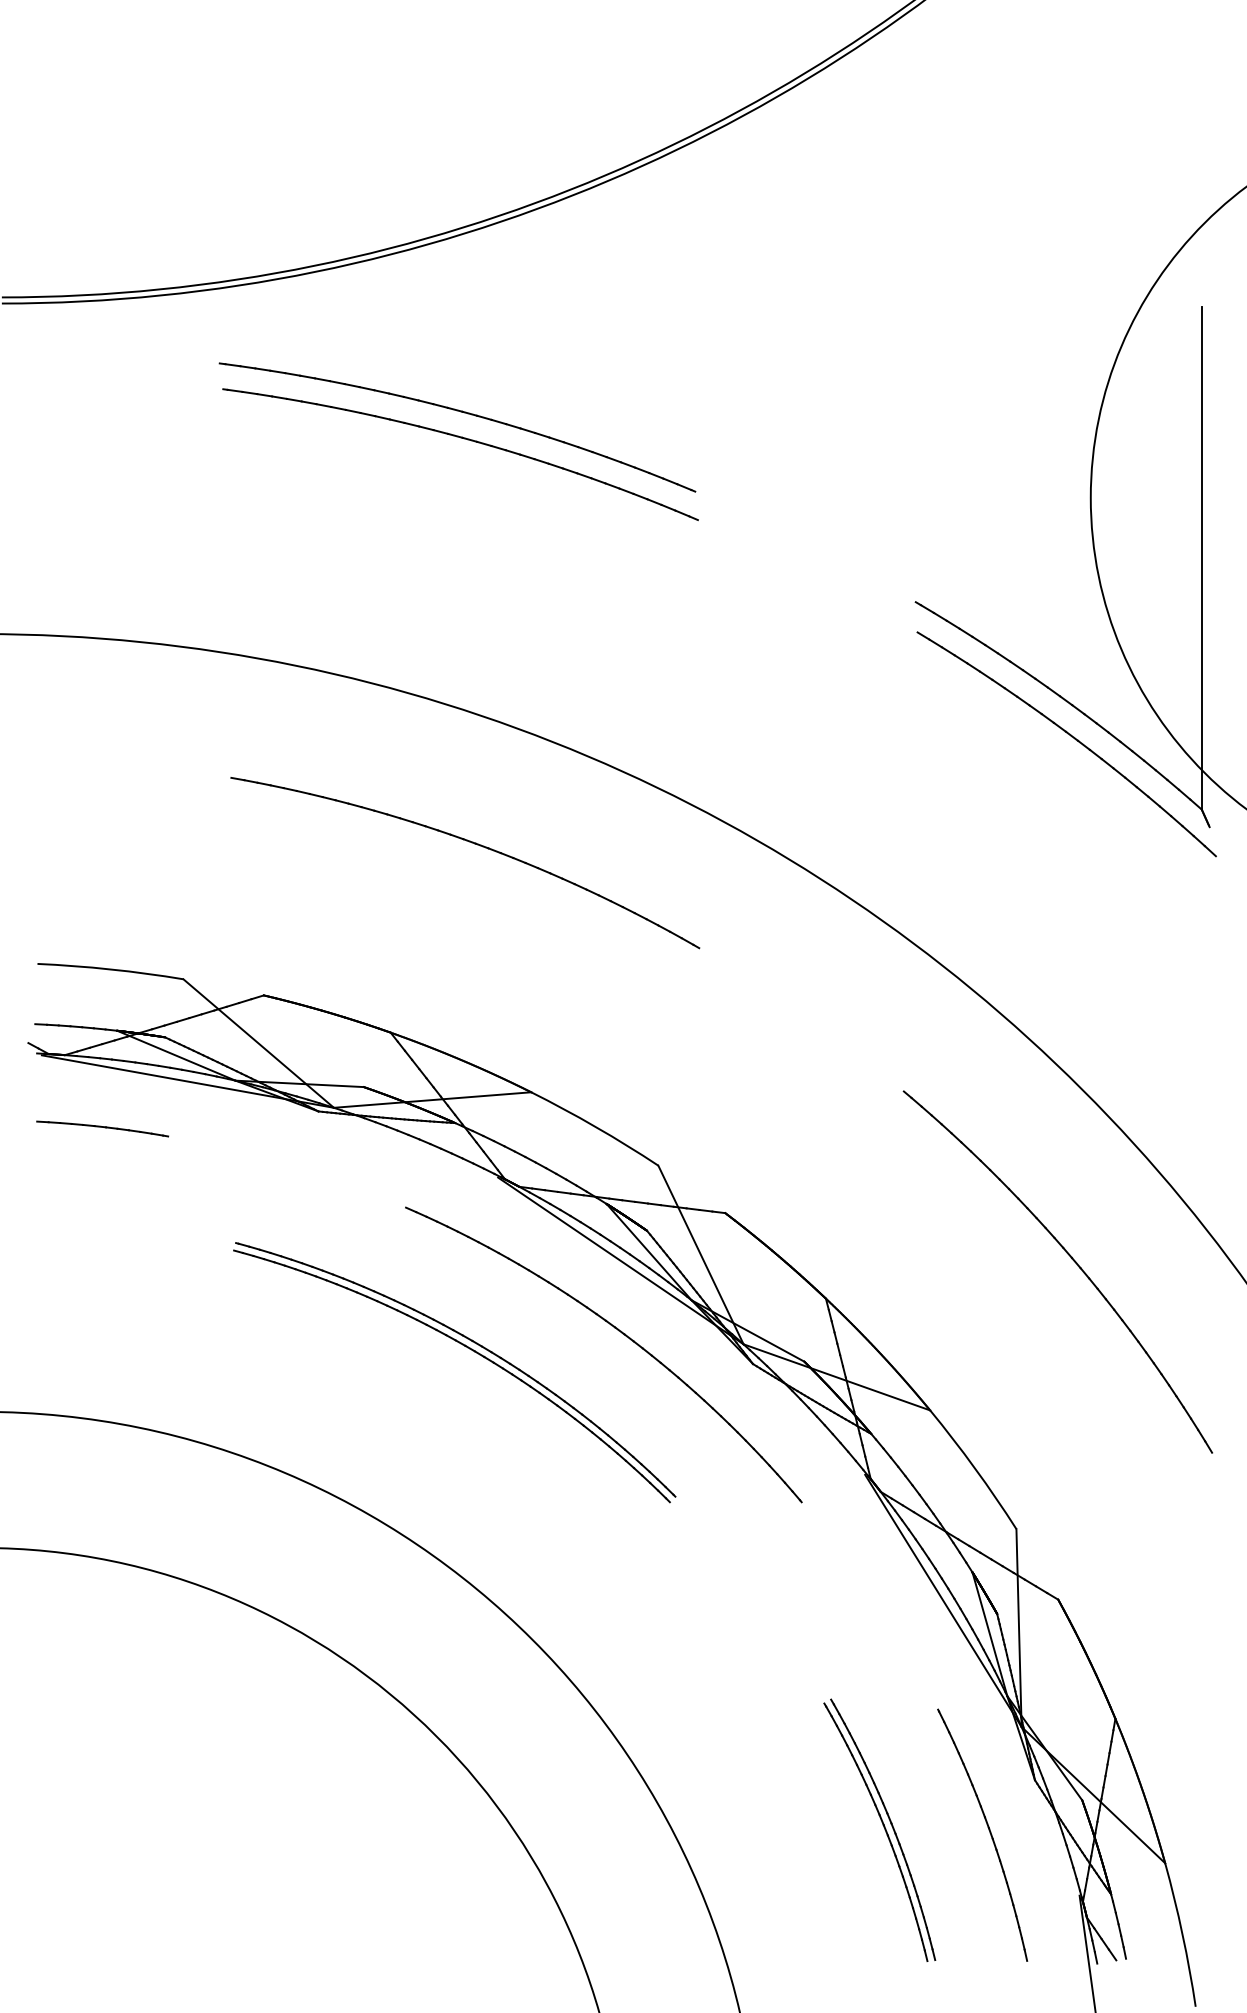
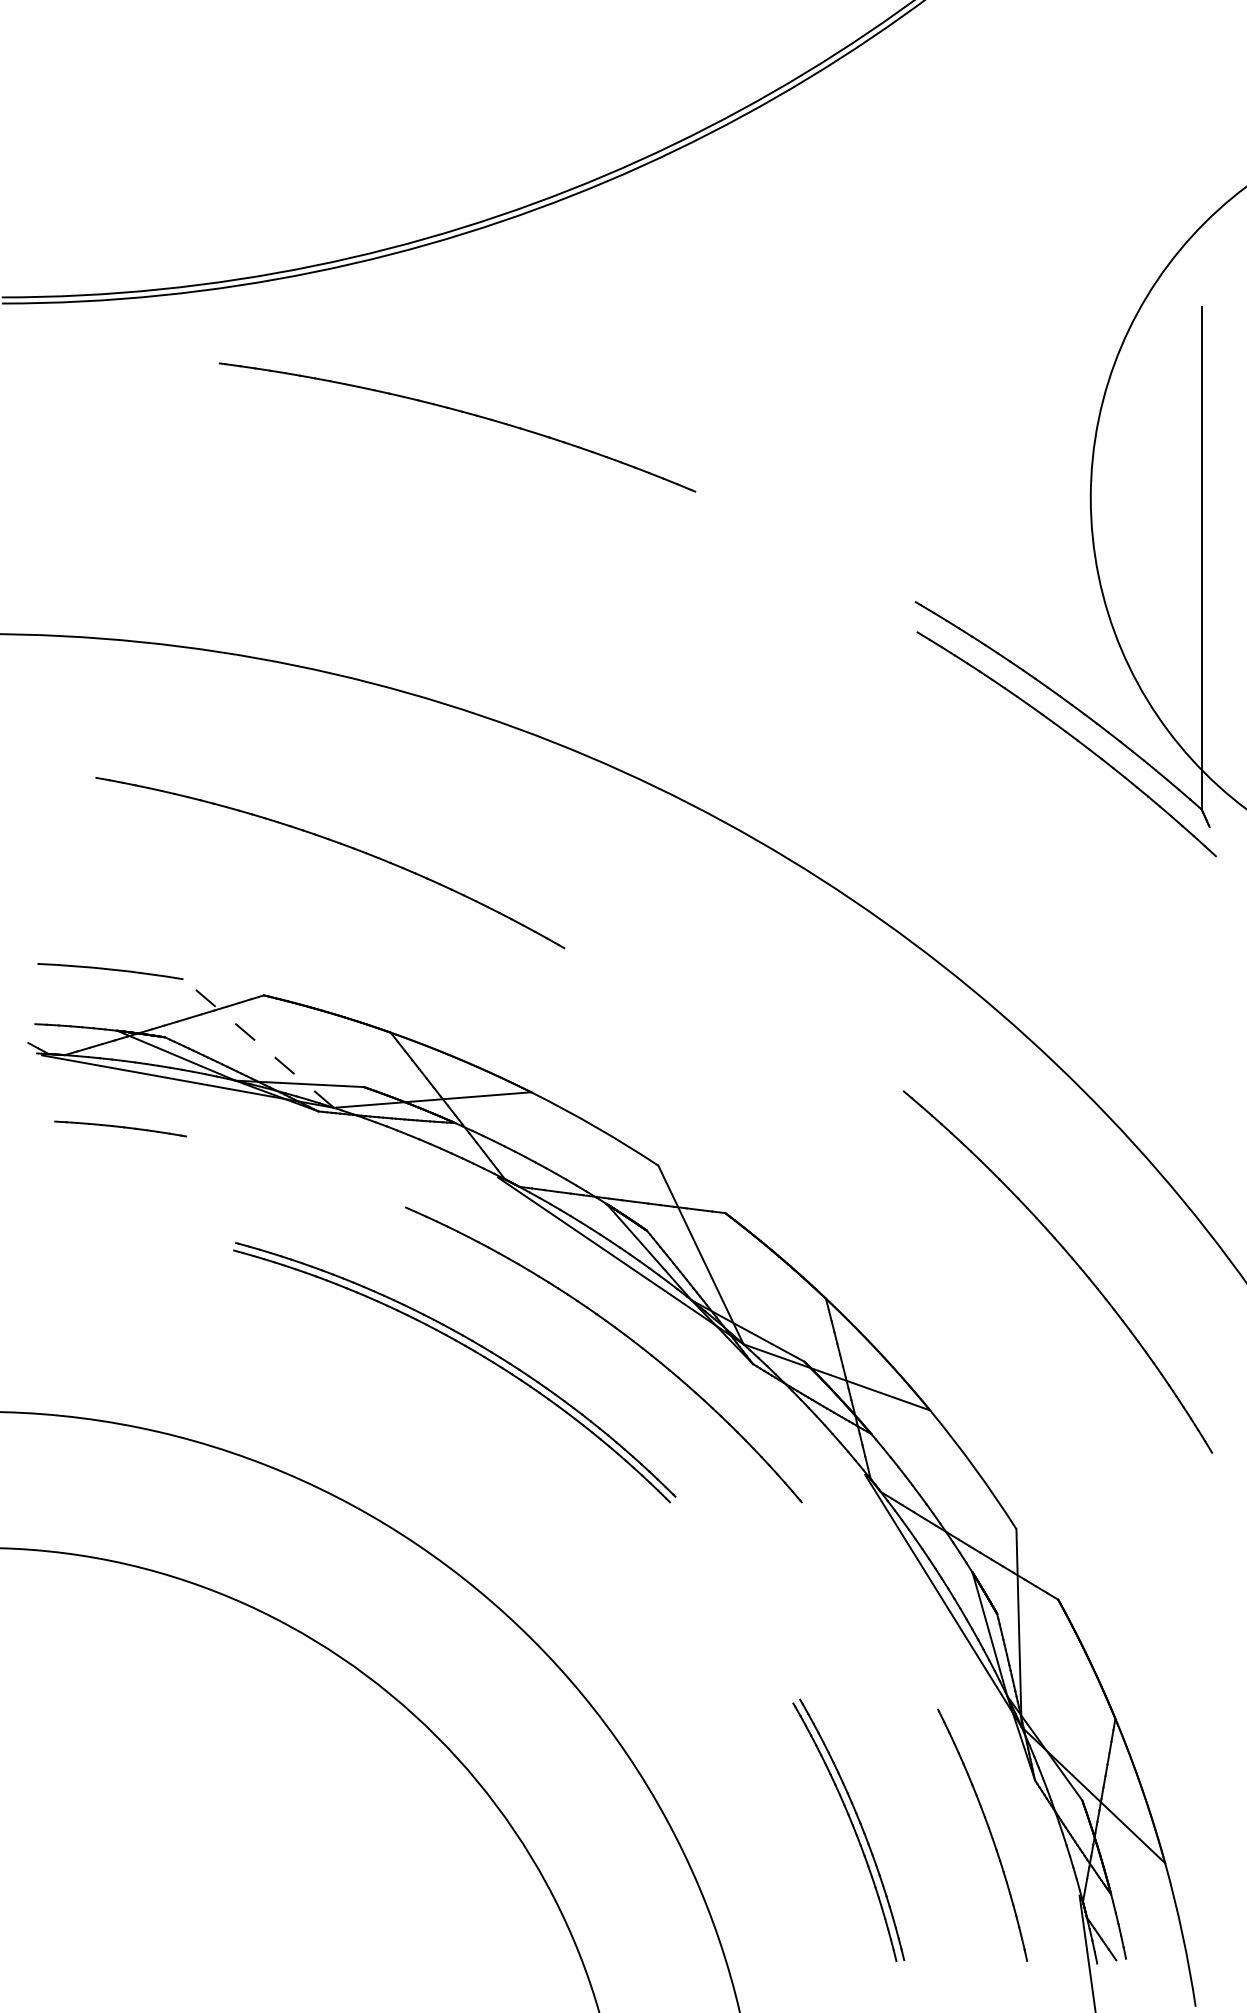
part at (464, 439): present -> none
part at (471, 843) position: (471, 843) -> (336, 843)
line at (258, 1043): solid -> dashed
part at (102, 1128) position: (102, 1128) -> (120, 1128)
part at (879, 1829) position: (879, 1829) -> (848, 1829)
